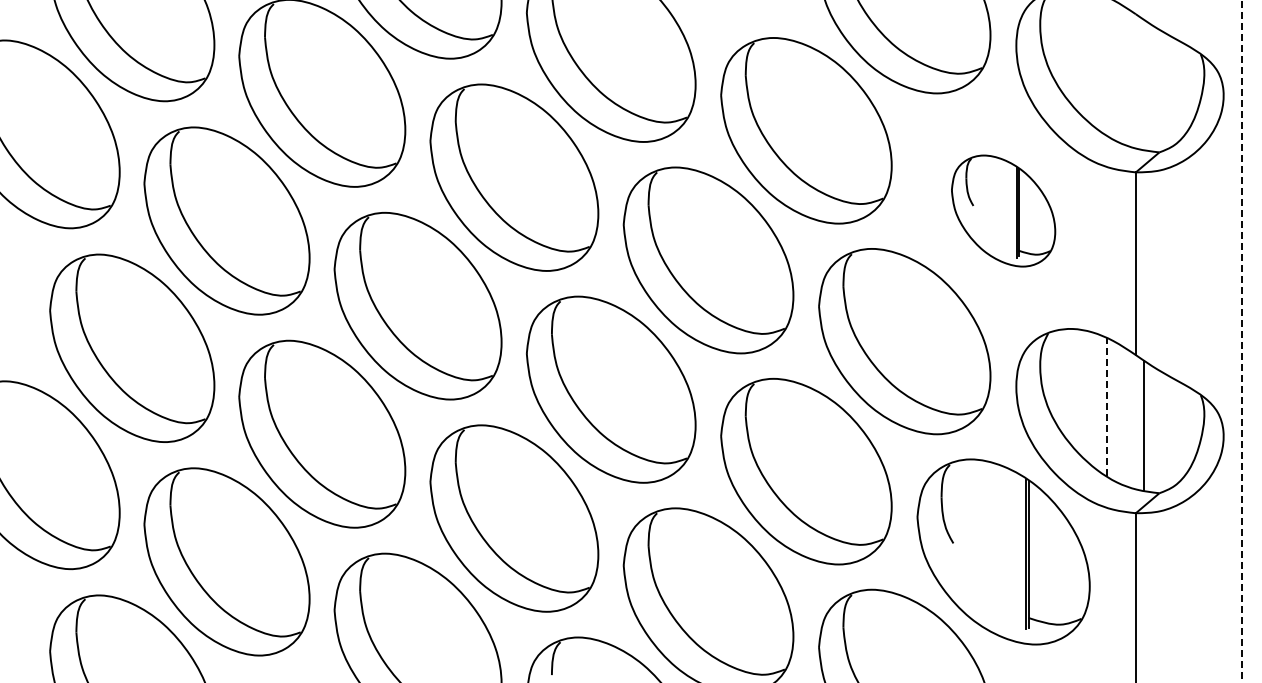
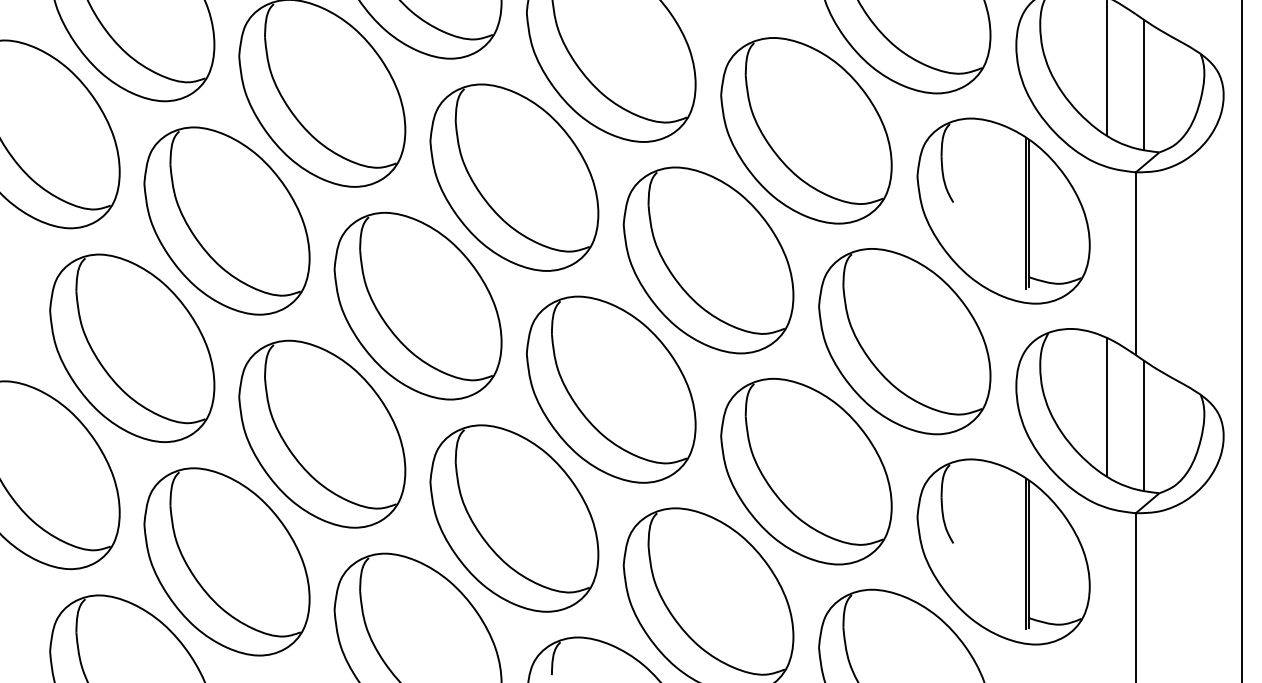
line at (1107, 68): none -> present
line at (1144, 84): none -> present
part at (1003, 210) size: 106x114 px -> 175x188 px
line at (1242, 340): dashed -> solid
line at (1107, 407): dashed -> solid
